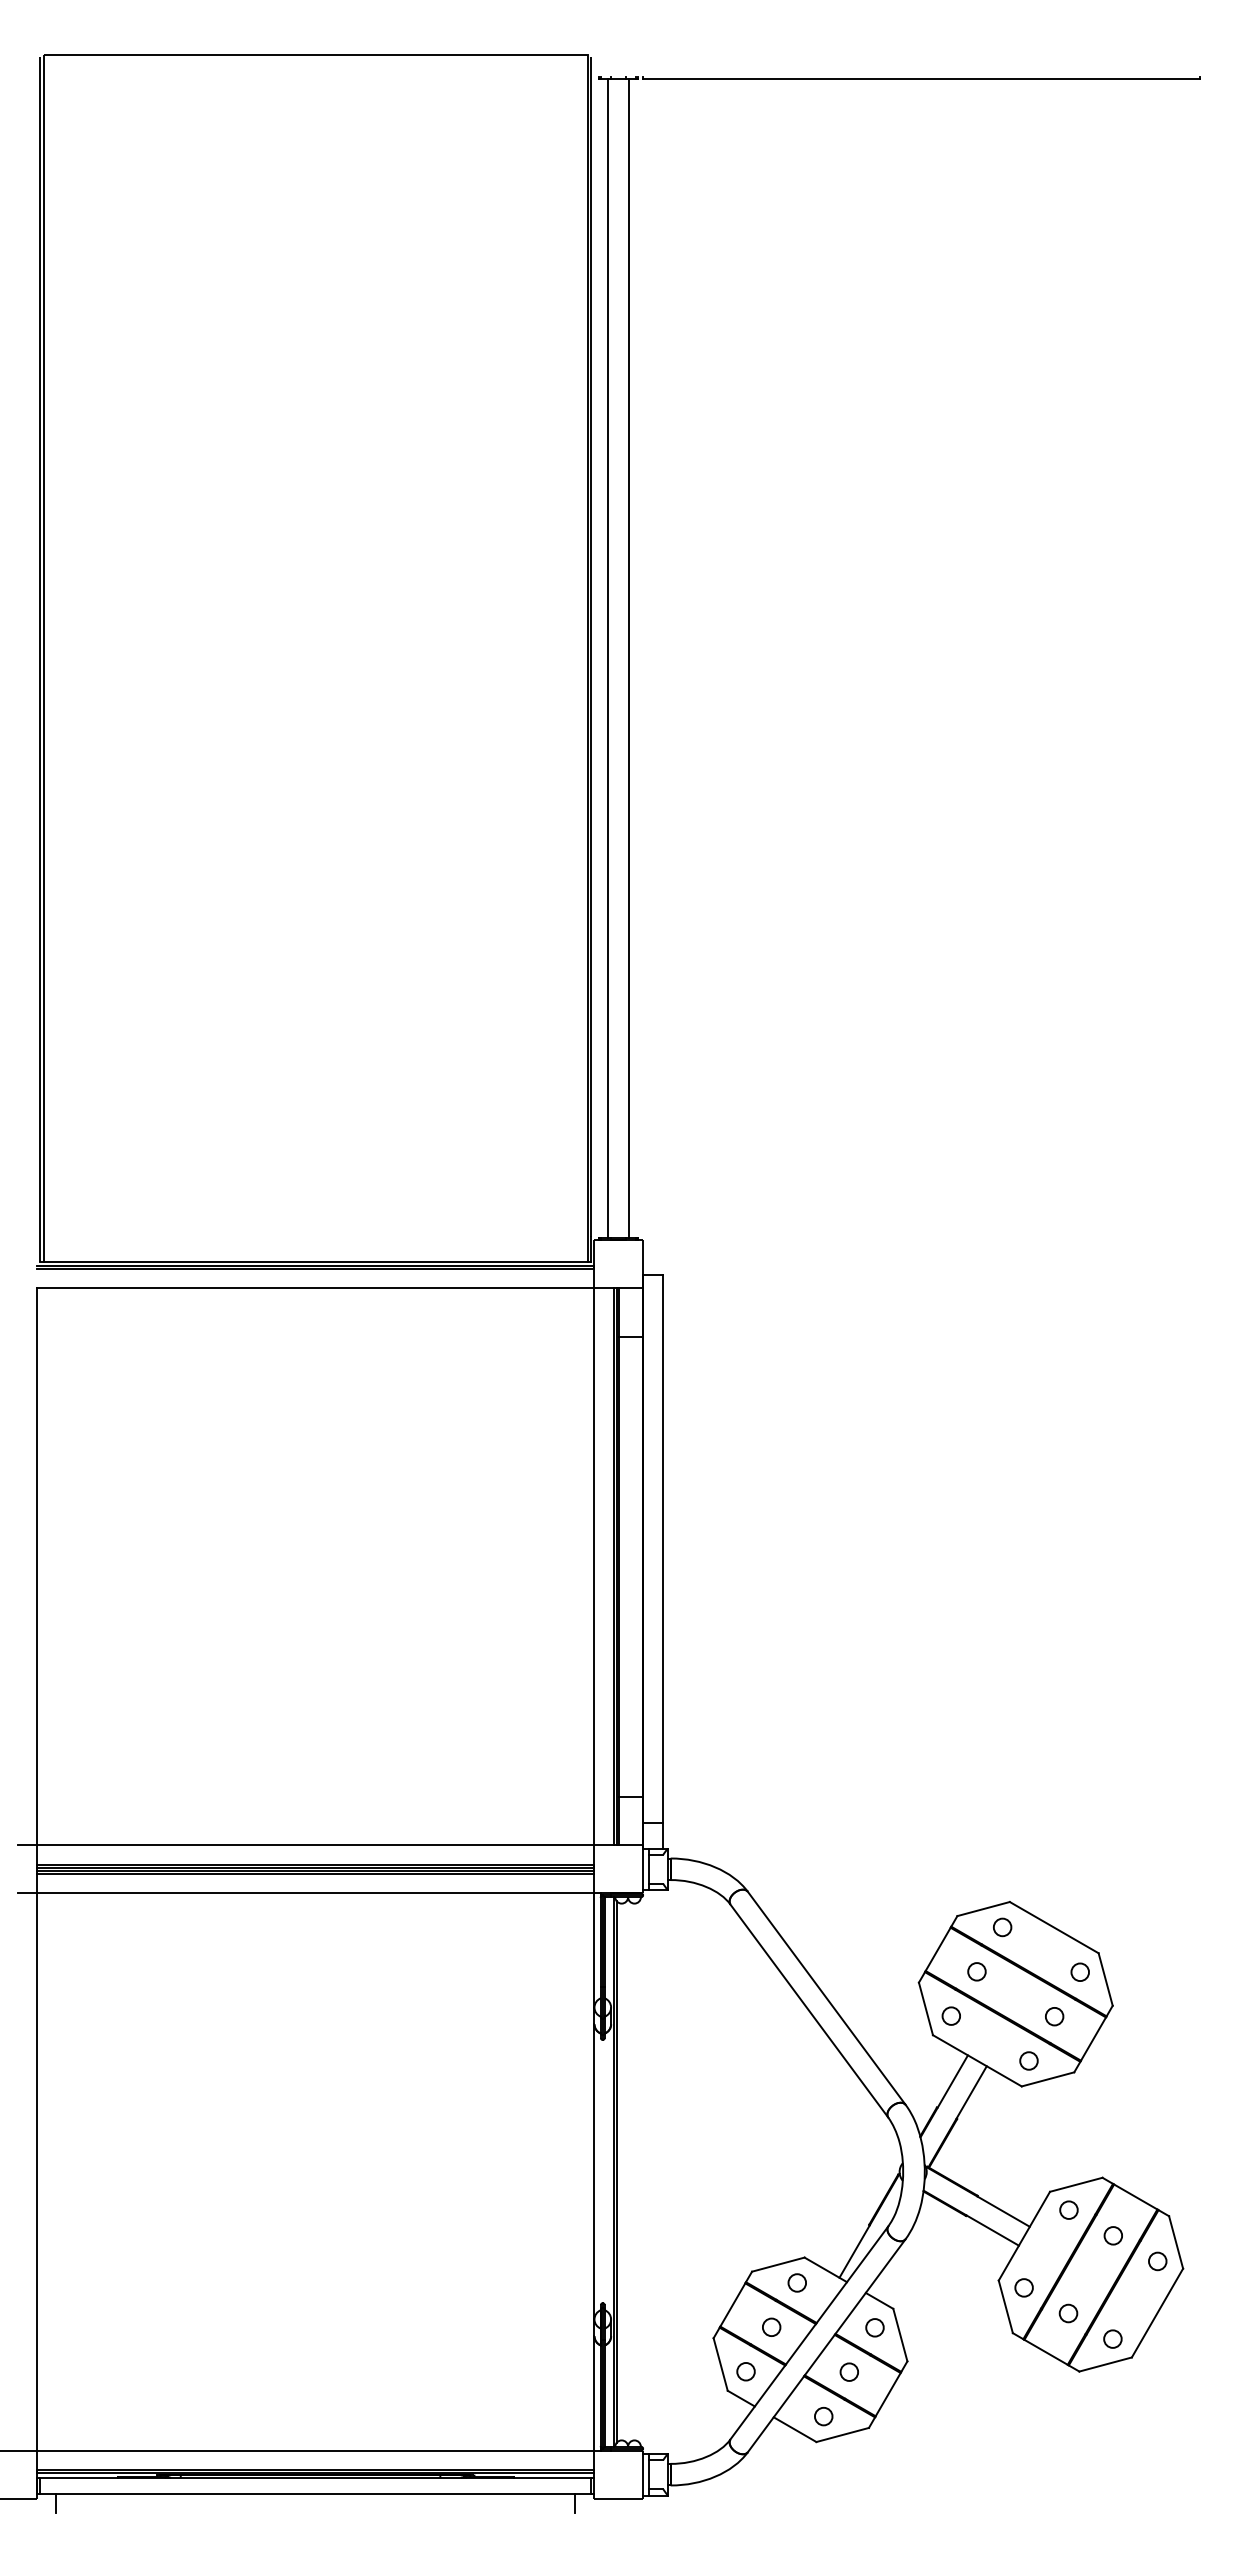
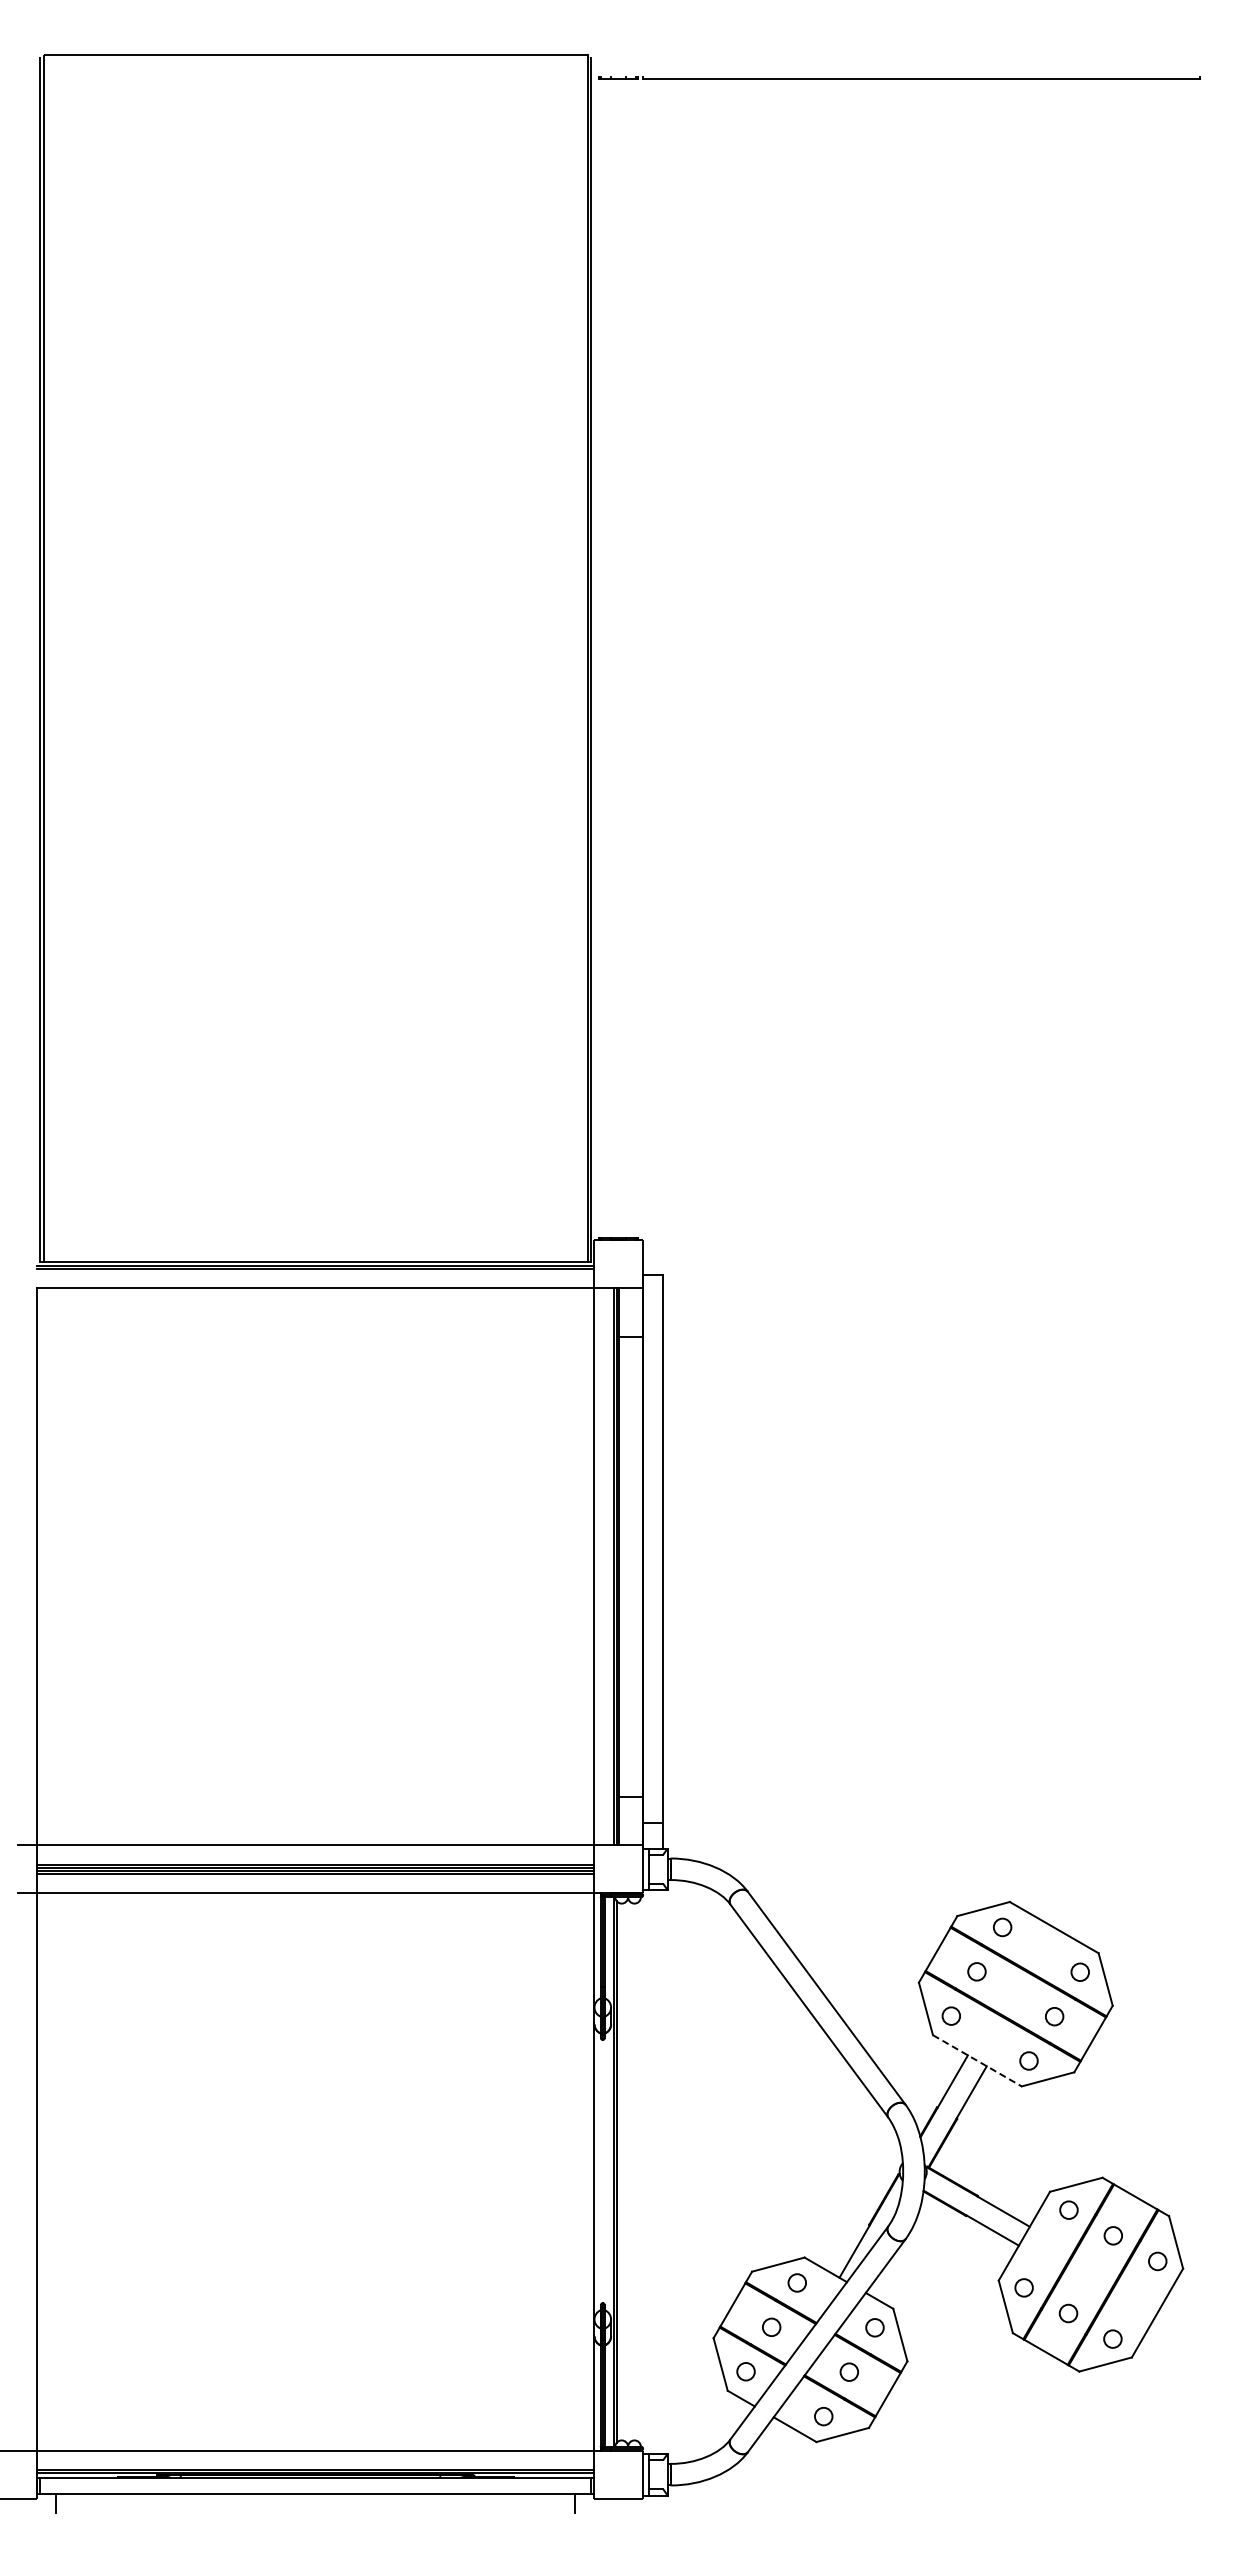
line at (607, 658): present -> none
line at (629, 658): present -> none
line at (977, 2061): solid -> dashed
